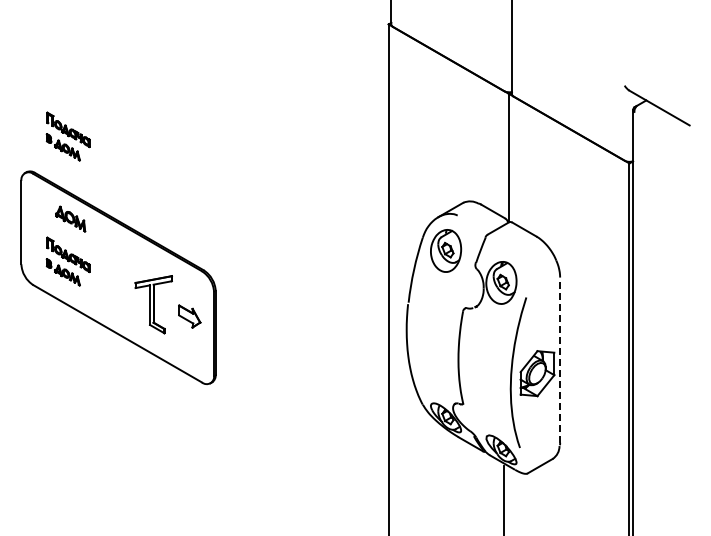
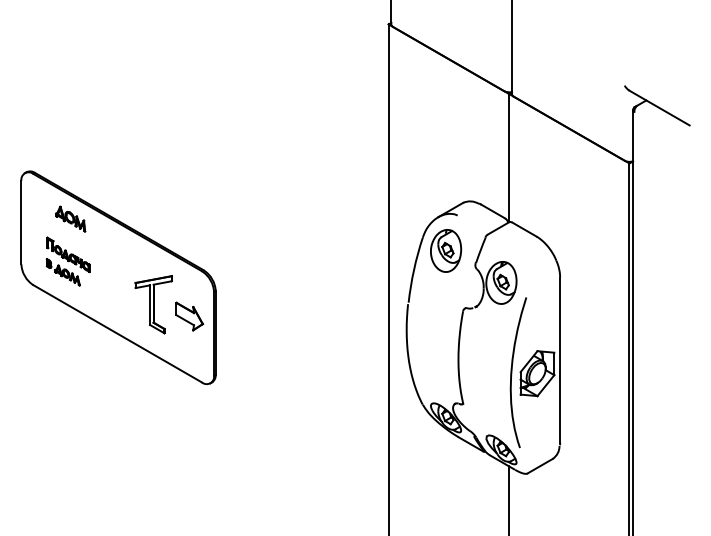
part at (67, 136): present -> none
part at (189, 316) size: 24x25 px -> 30x31 px
line at (560, 360): dashed -> solid
line at (504, 499) position: (504, 499) -> (509, 499)
